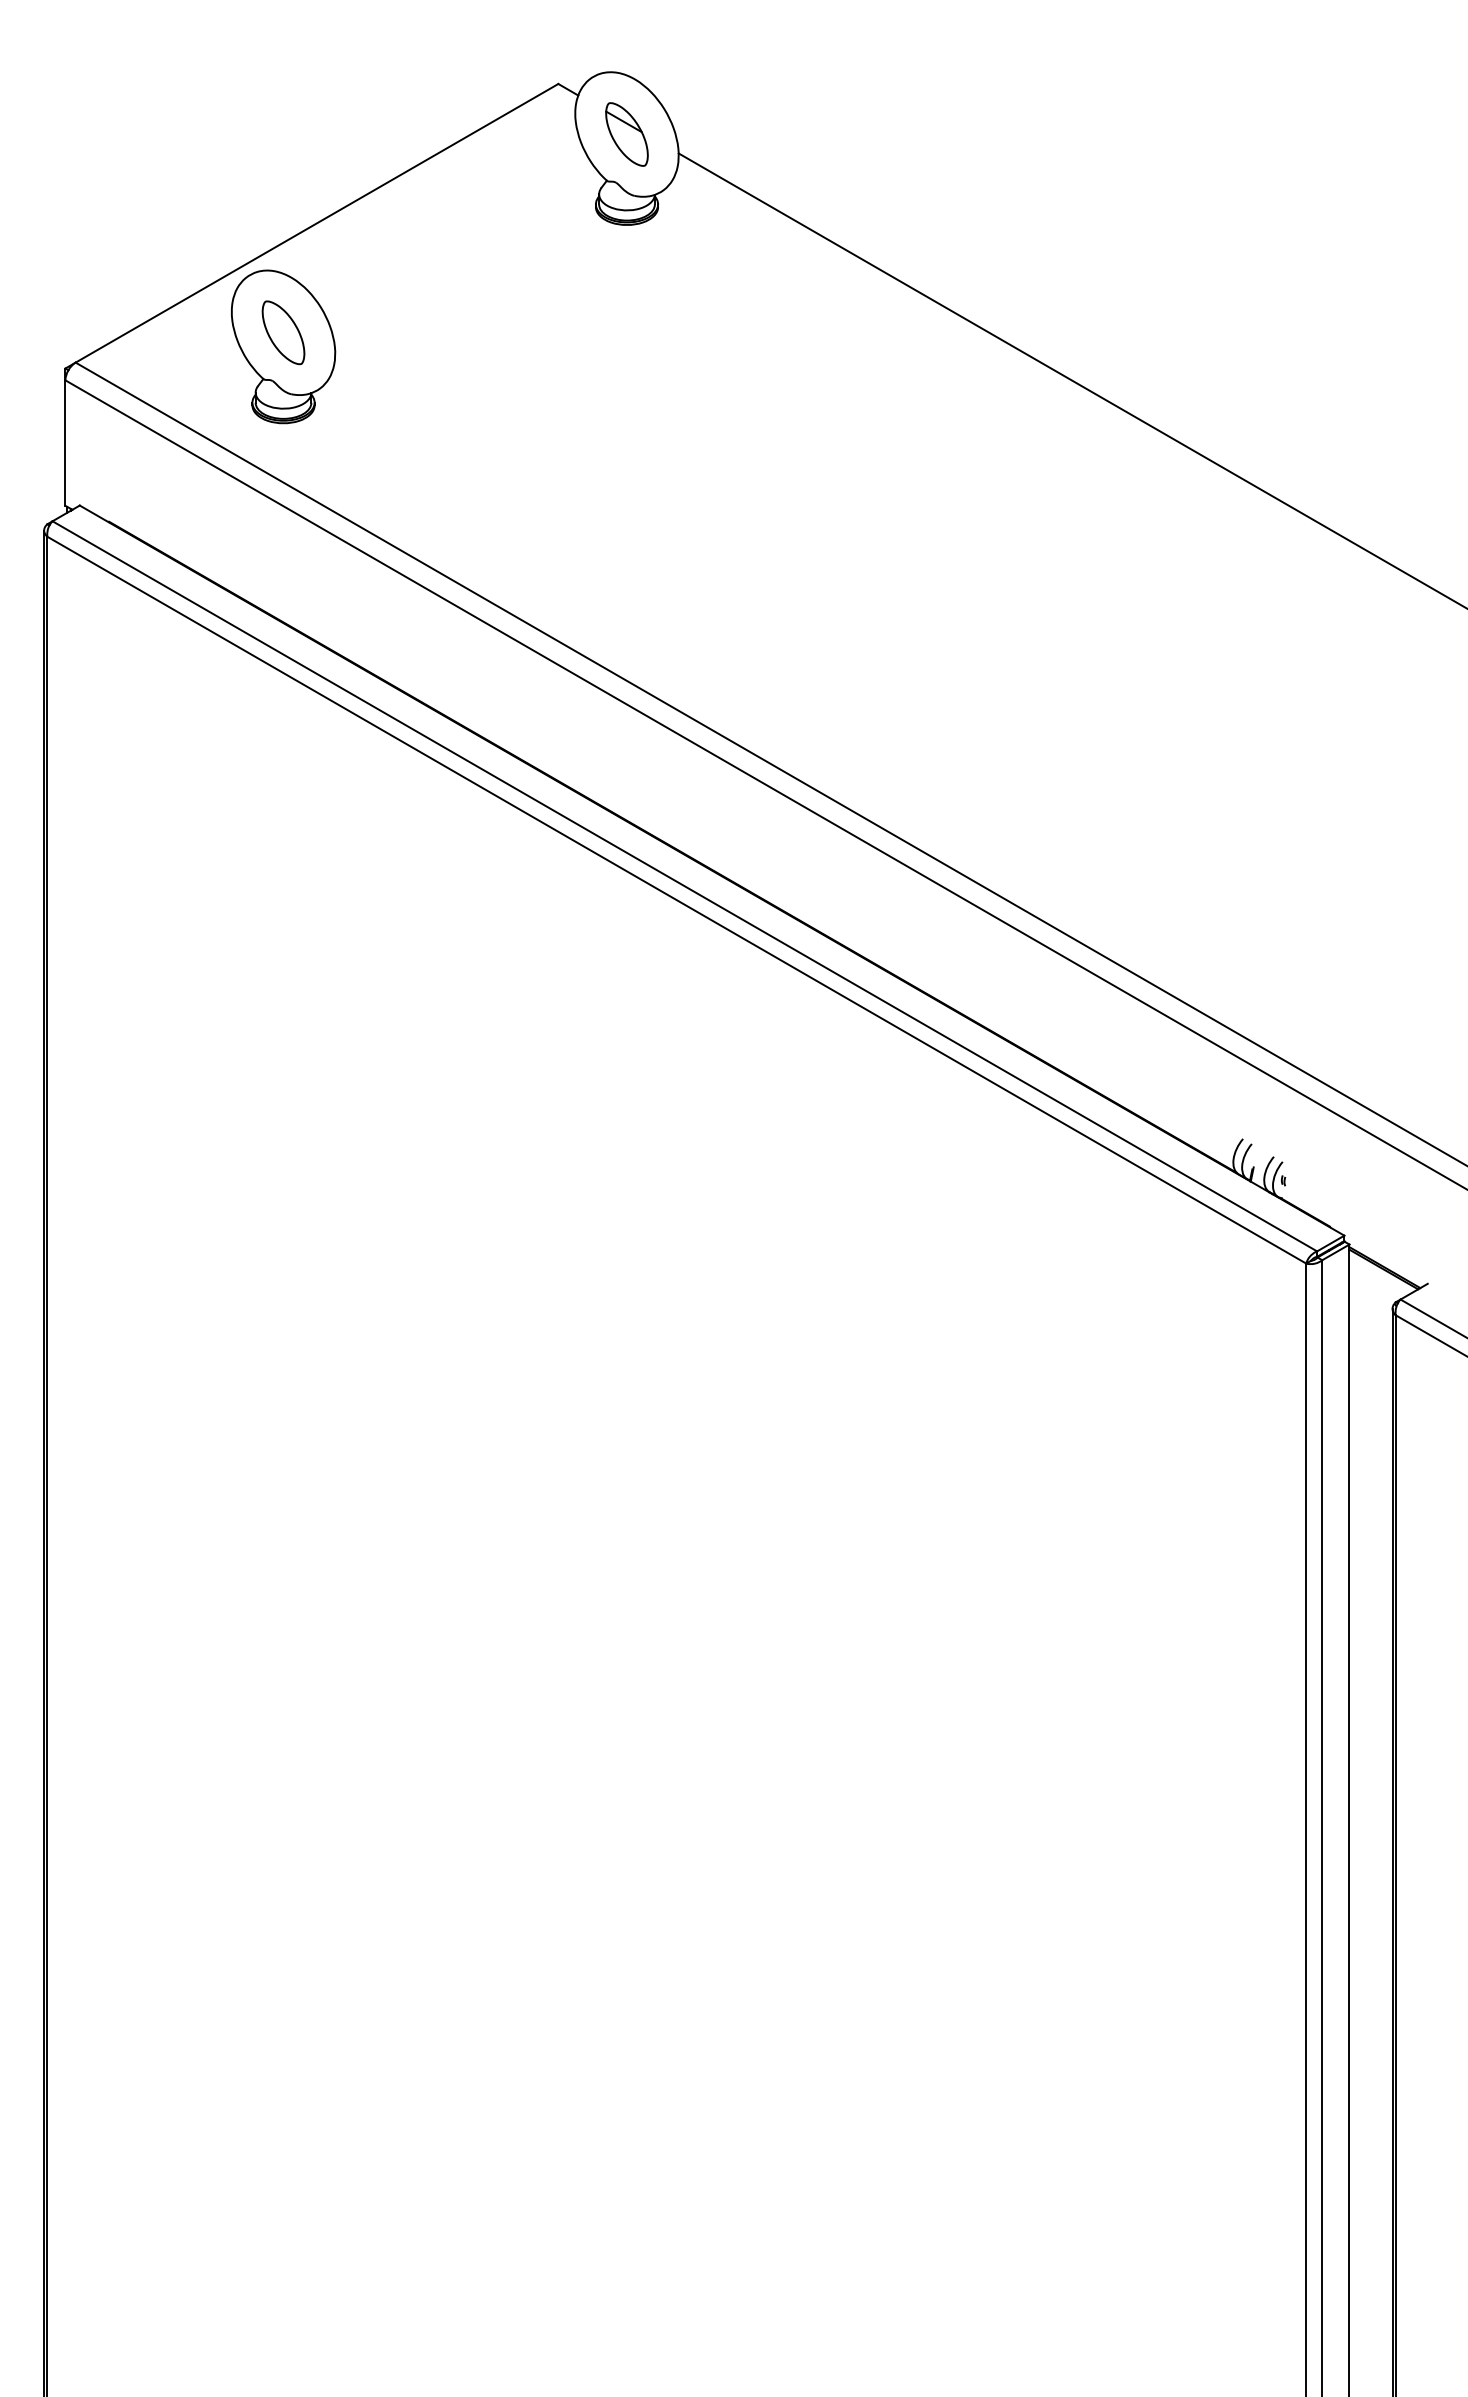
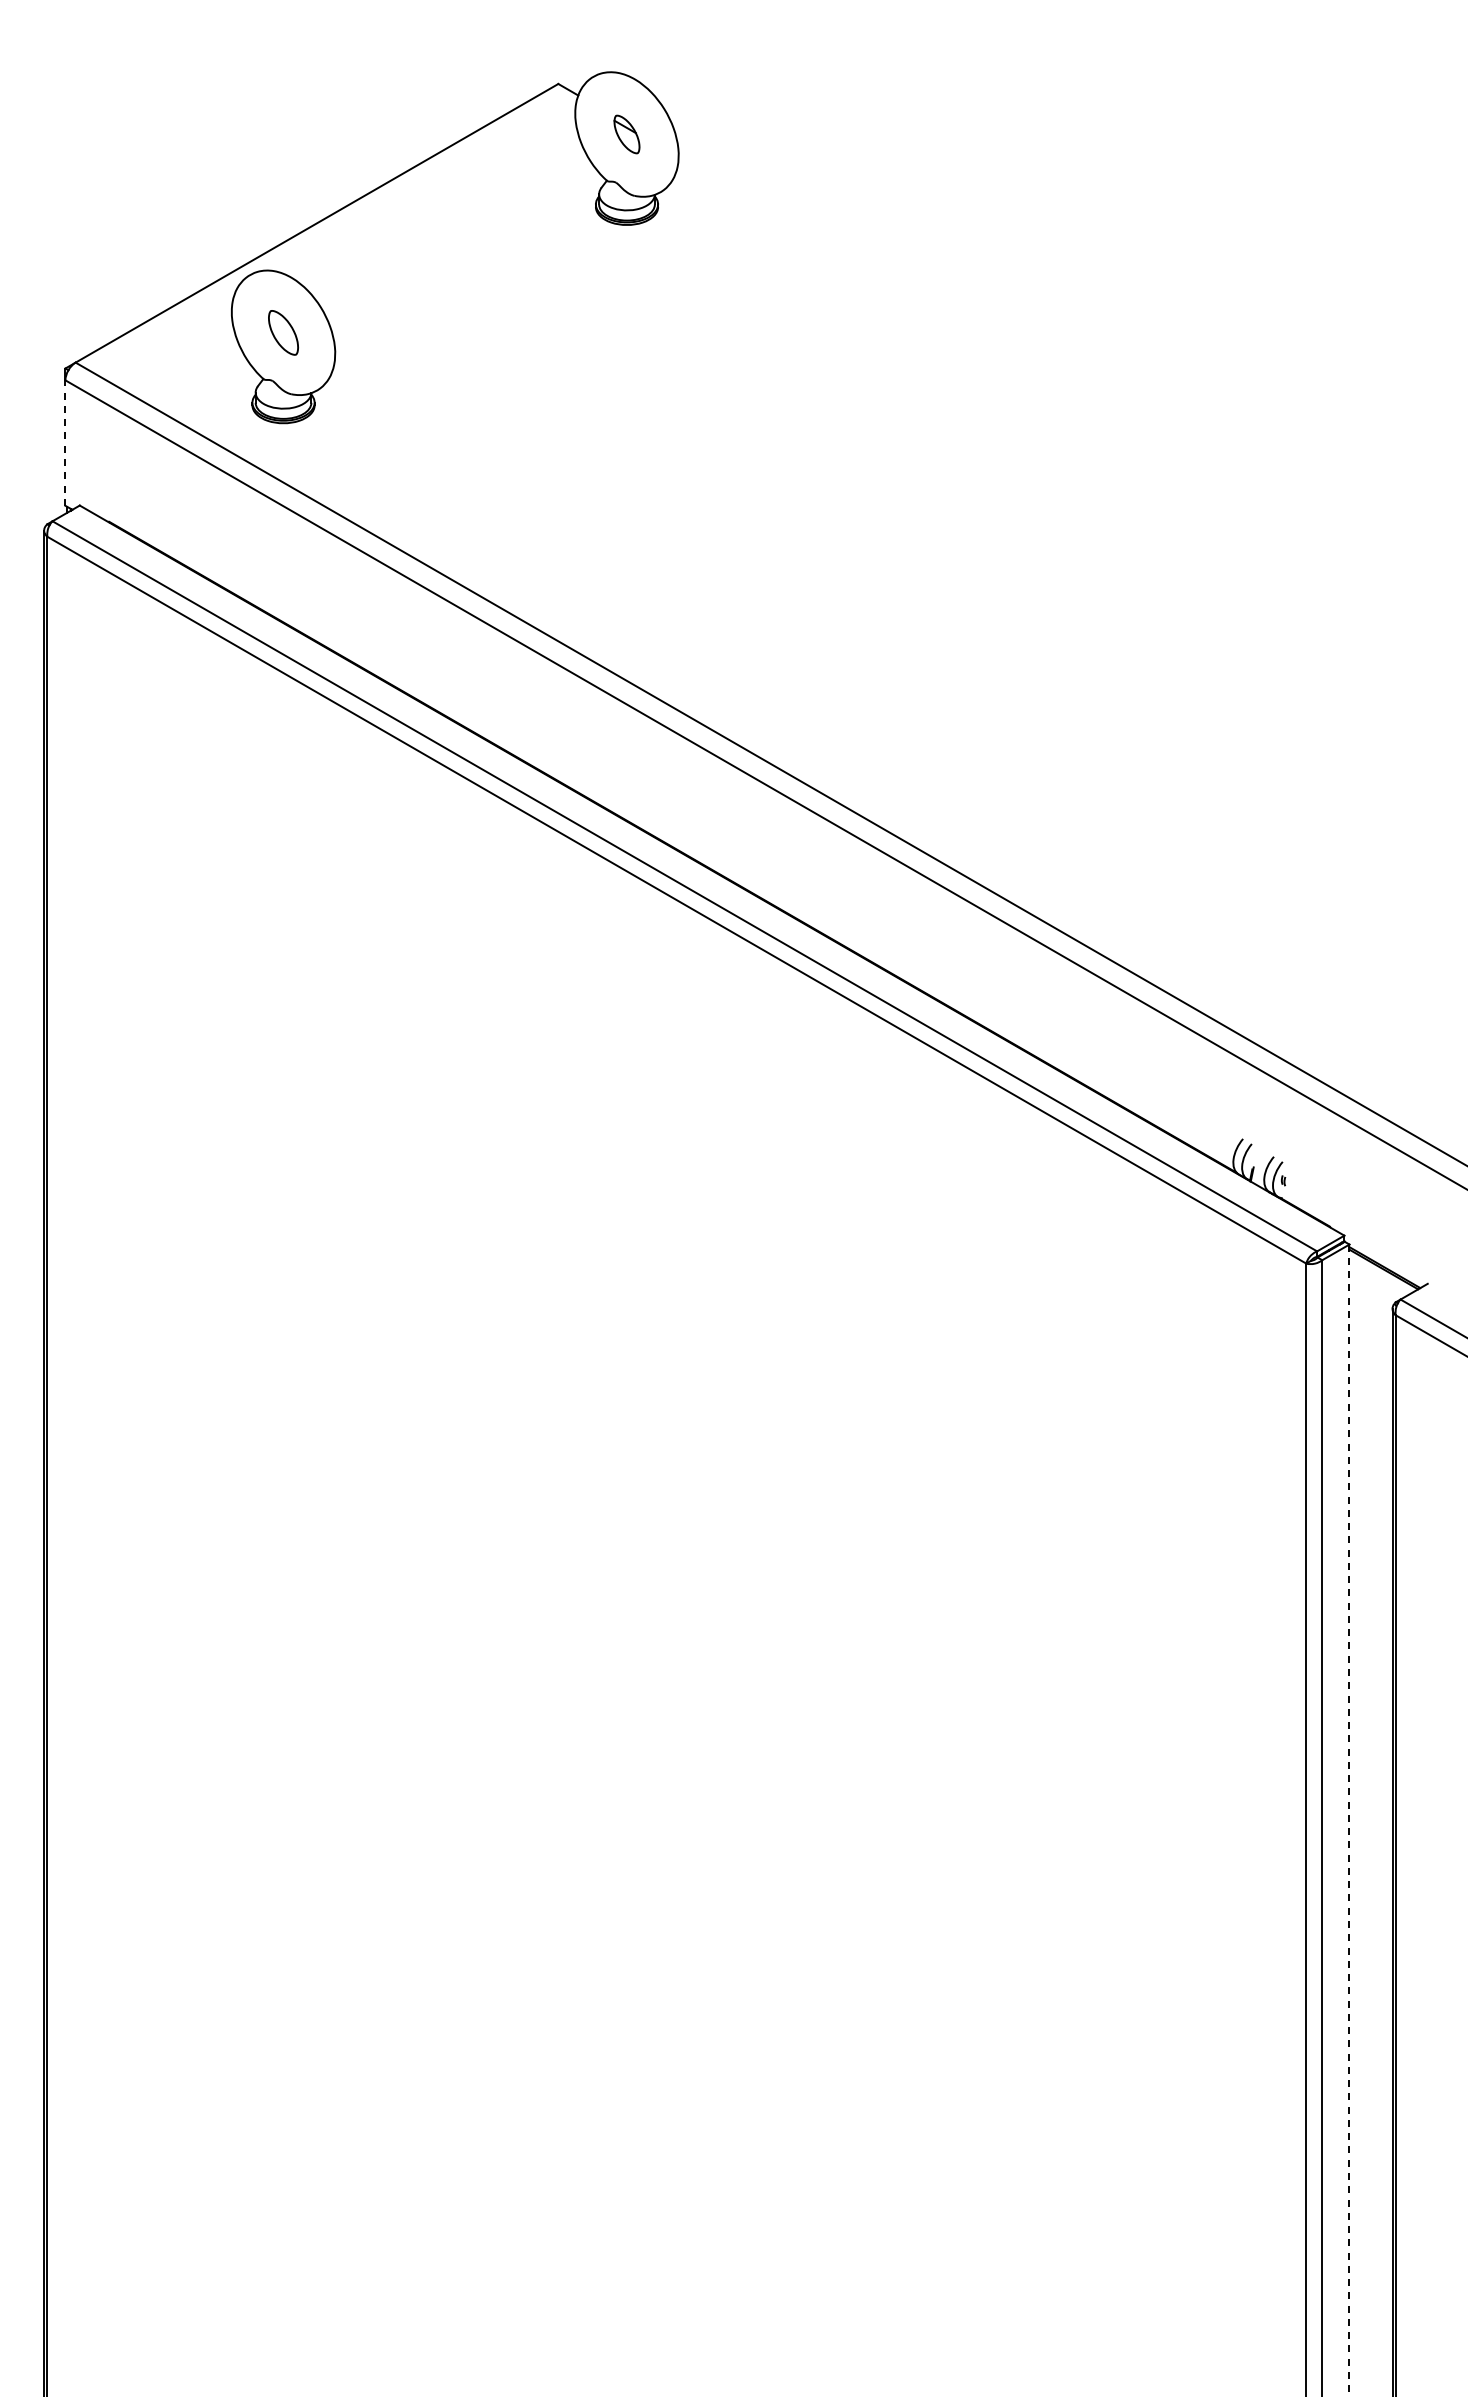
part at (626, 134) size: 44x65 px -> 28x41 px
part at (283, 332) size: 45x66 px -> 31x46 px
line at (1071, 380): present -> none
line at (65, 443): solid -> dashed
line at (1349, 1820): solid -> dashed
